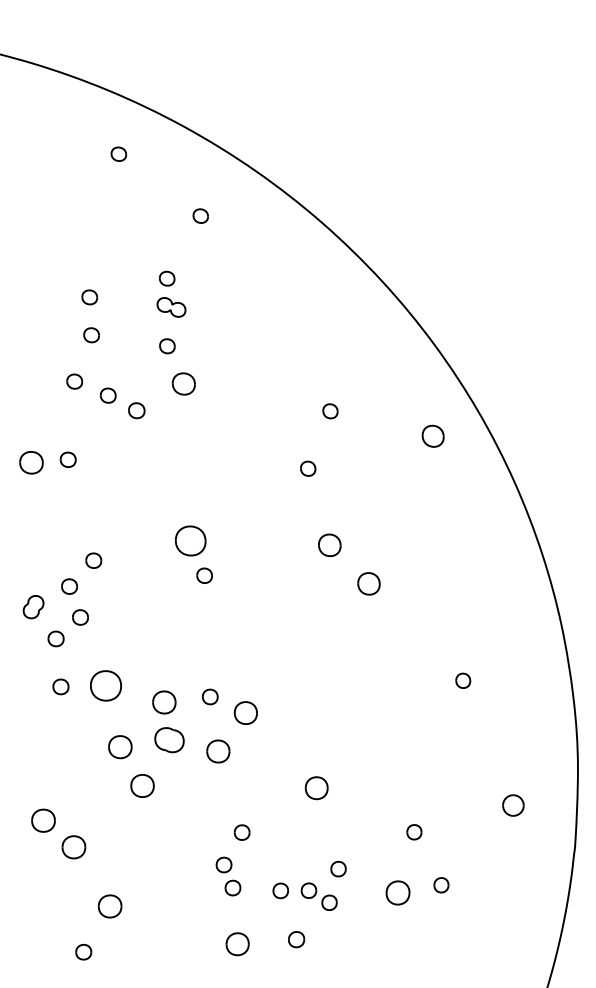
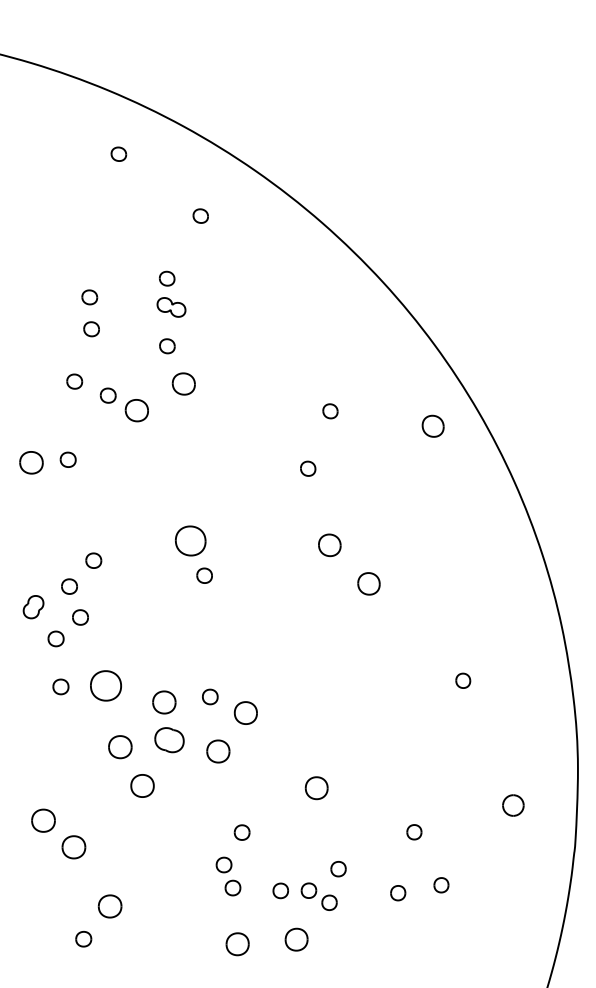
part at (91, 335) position: (91, 335) -> (91, 329)
part at (136, 410) size: 18x18 px -> 25x24 px
part at (432, 435) position: (432, 435) -> (432, 425)
part at (397, 892) size: 26x26 px -> 17x17 px
part at (296, 939) size: 18x18 px -> 25x25 px
part at (83, 952) position: (83, 952) -> (83, 939)
